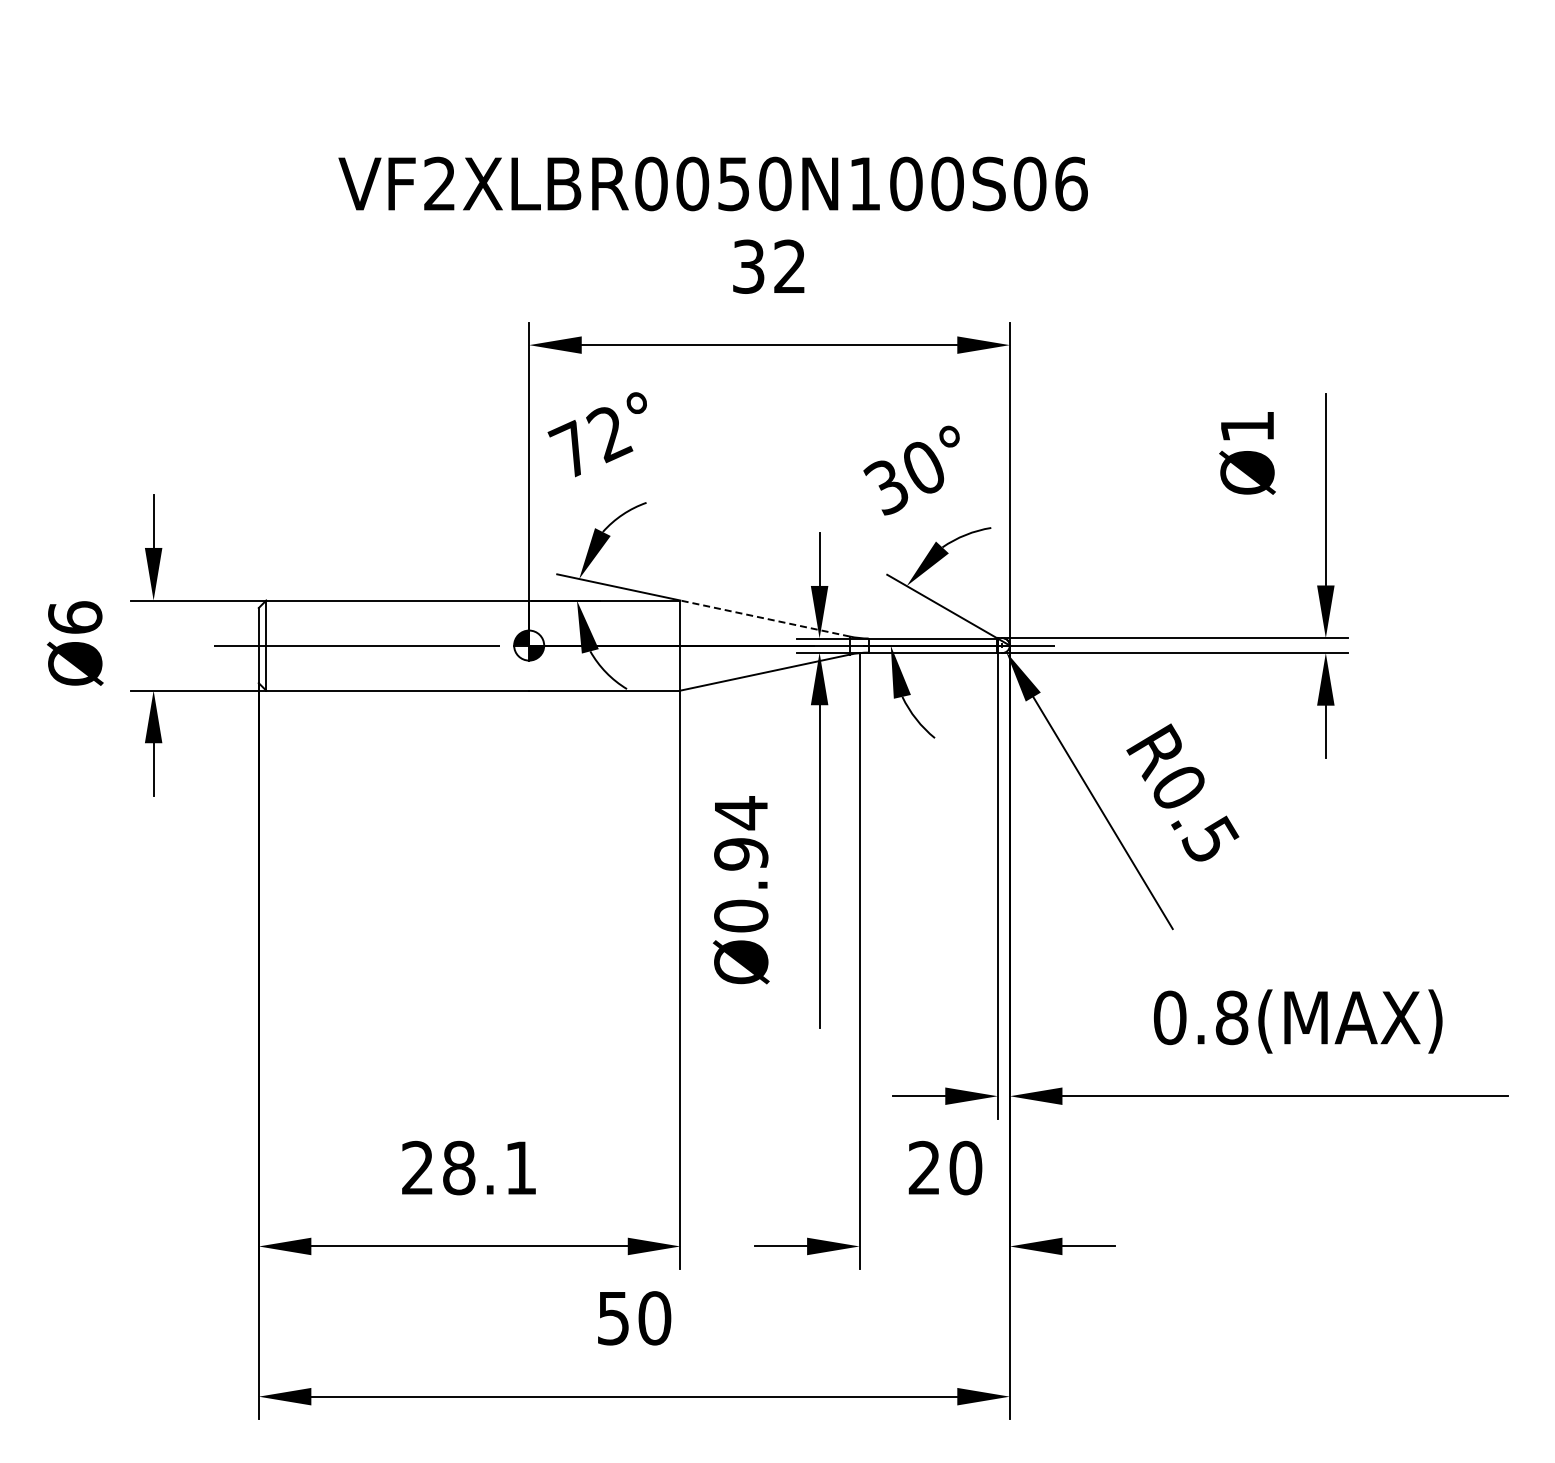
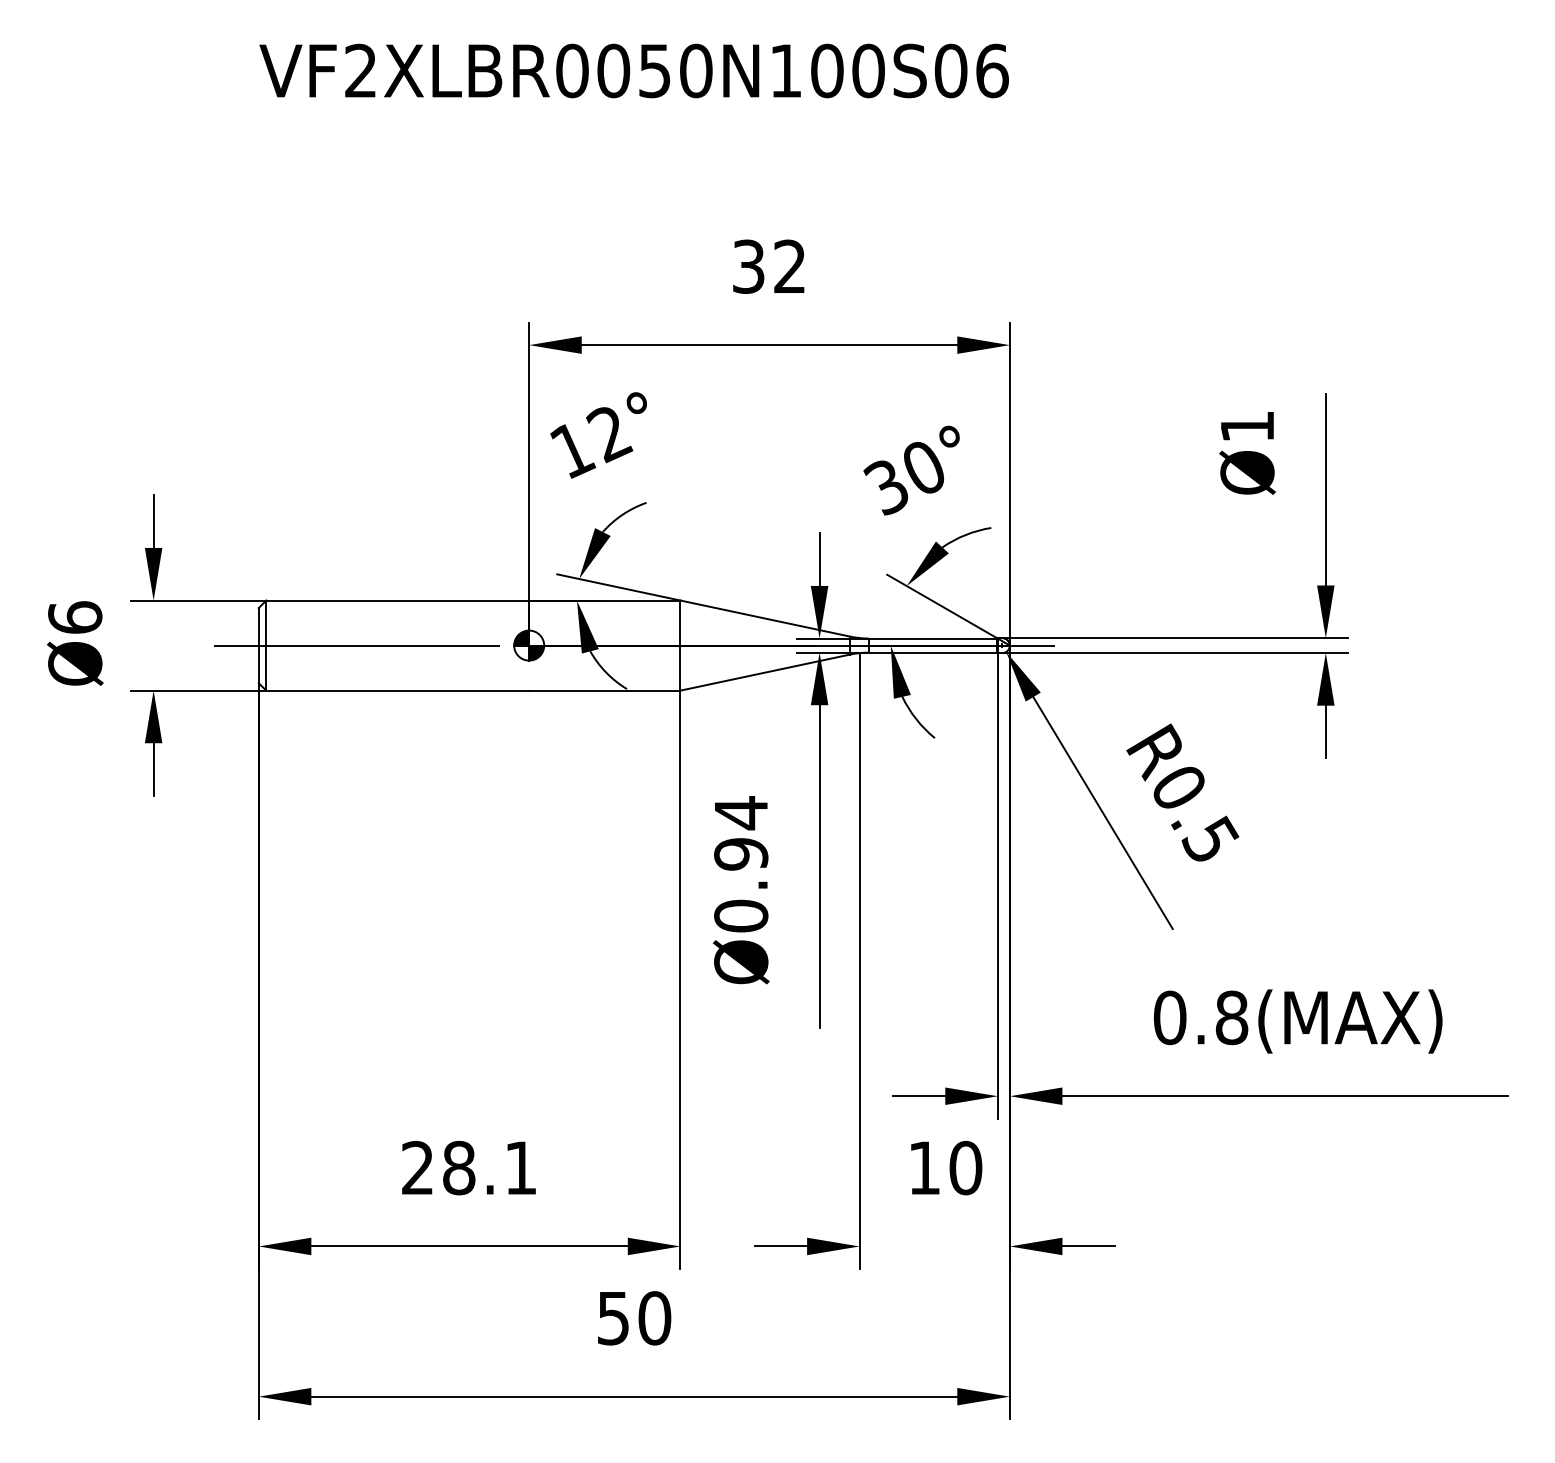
text at (712, 183) position: (712, 183) -> (633, 70)
text at (571, 449): 72° -> 12°
line at (765, 618): dashed -> solid
text at (923, 1167): 20 -> 10
